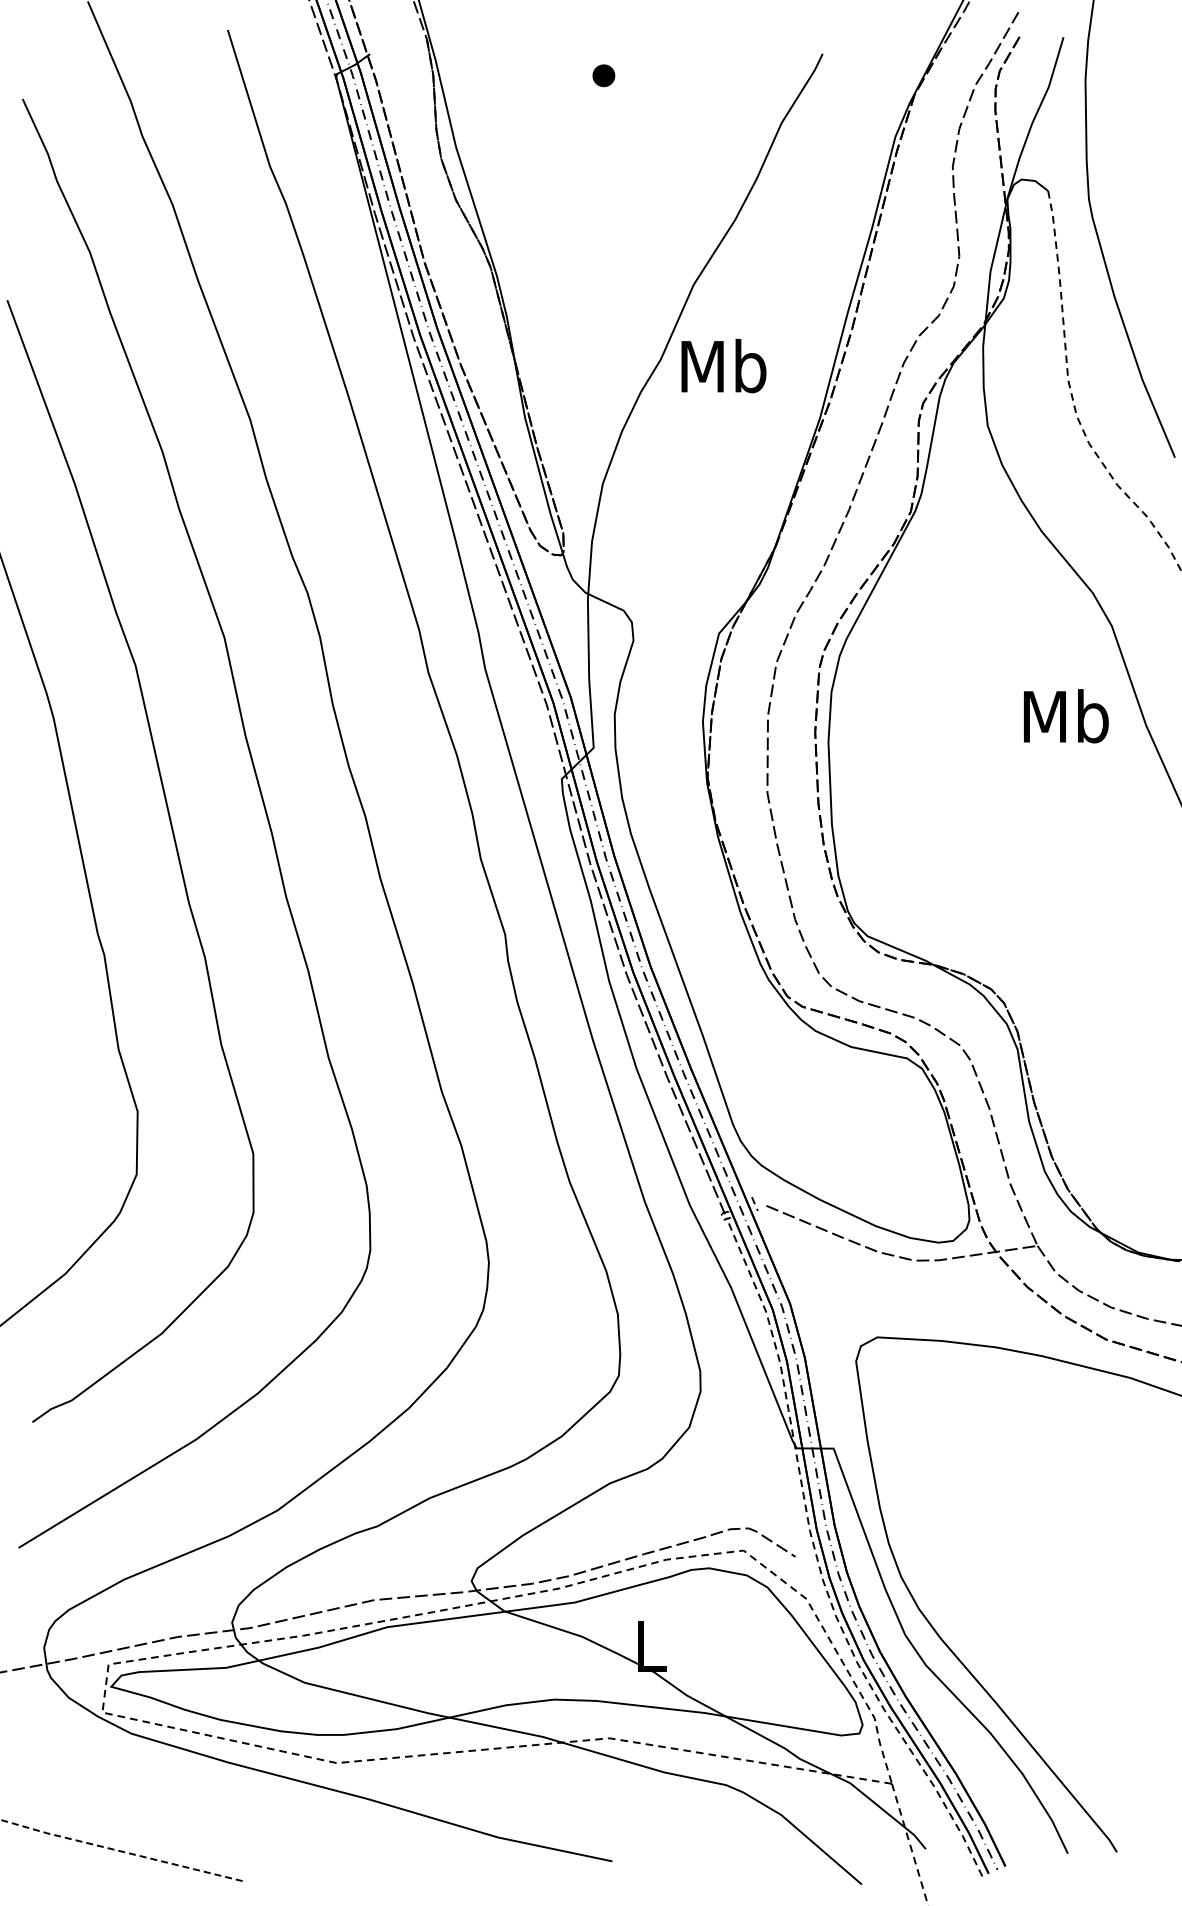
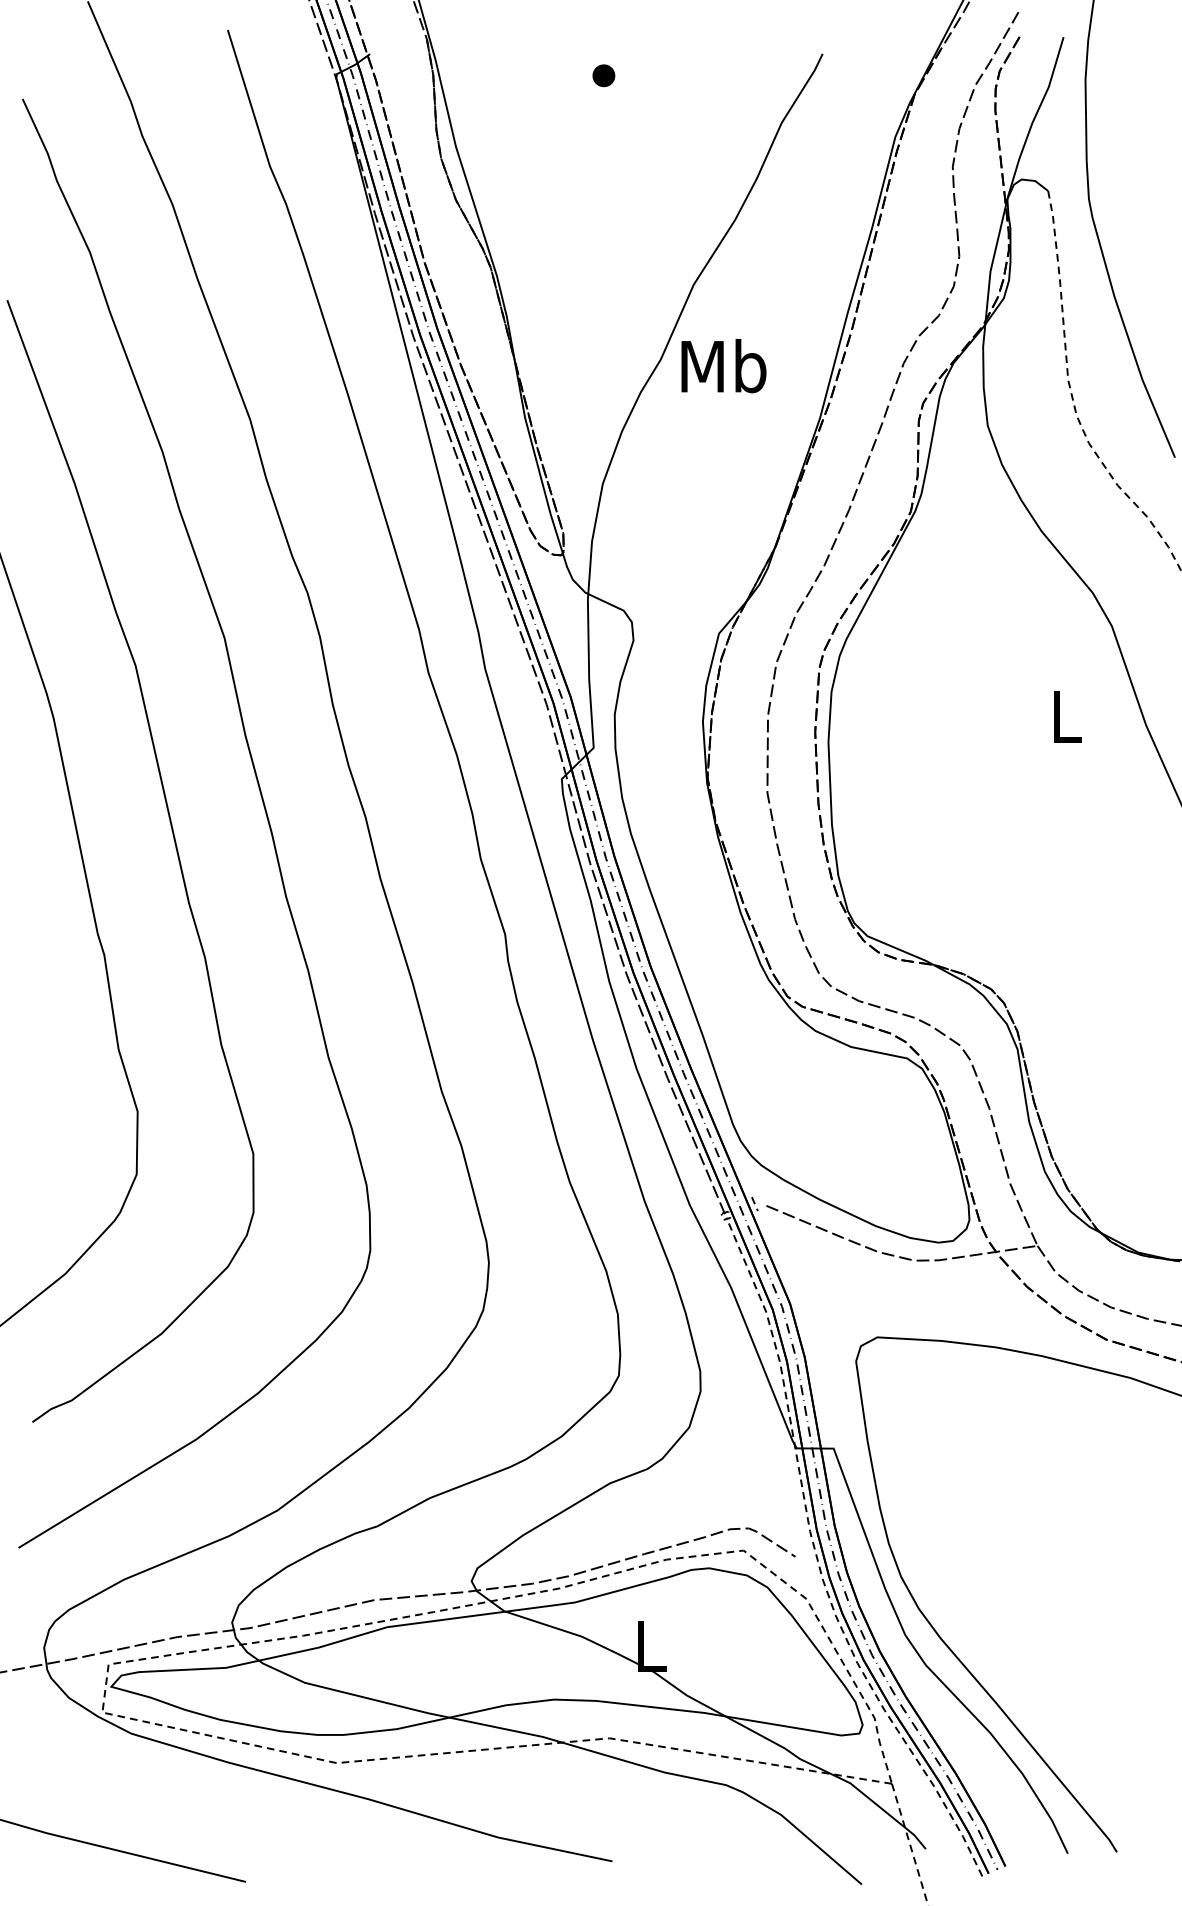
text at (1065, 716): Mb -> L
line at (122, 1851): dashed -> solid
